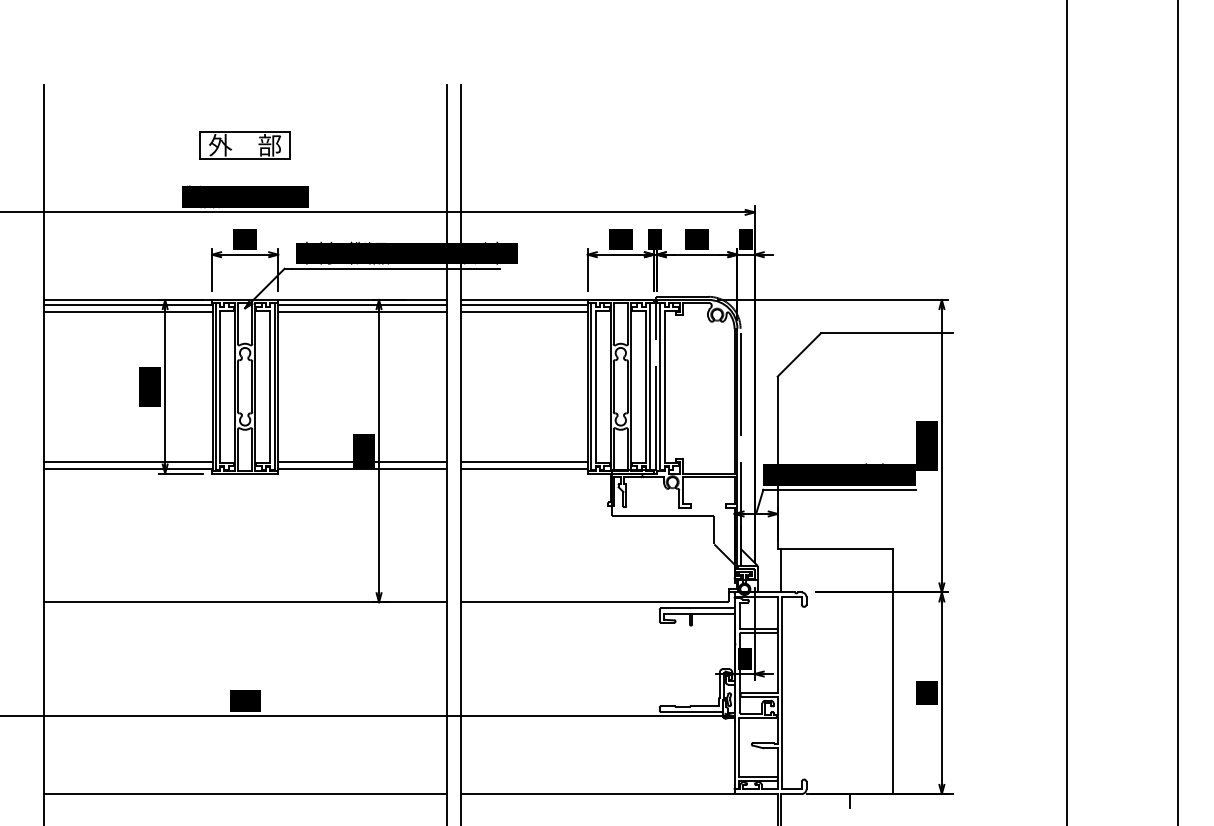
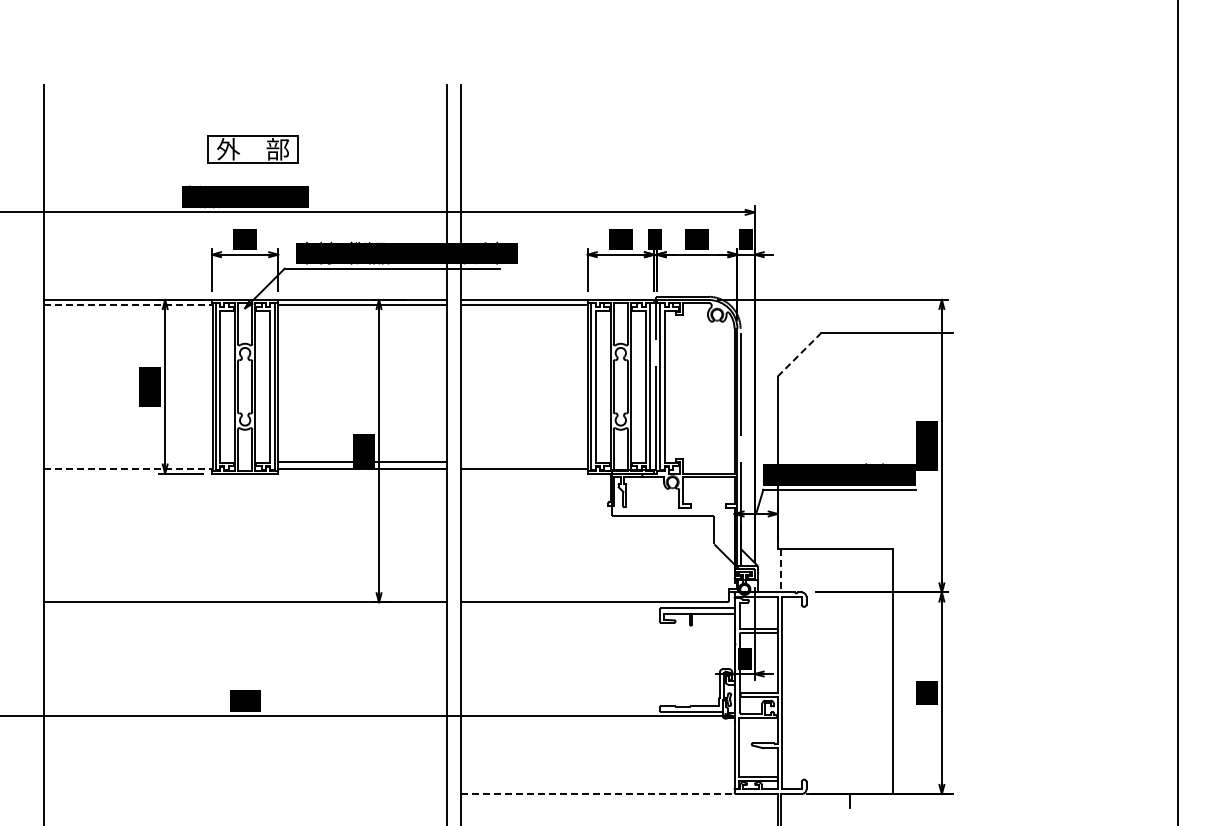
part at (244, 145) position: (244, 145) -> (252, 149)
line at (128, 304): solid -> dashed
line at (127, 311): present -> none
line at (361, 311): present -> none
line at (524, 311): present -> none
line at (799, 354): solid -> dashed
line at (1067, 412): present -> none
line at (127, 461): present -> none
line at (524, 461): present -> none
line at (128, 468): solid -> dashed
line at (780, 570): solid -> dashed
line at (244, 794): present -> none
line at (597, 794): solid -> dashed
